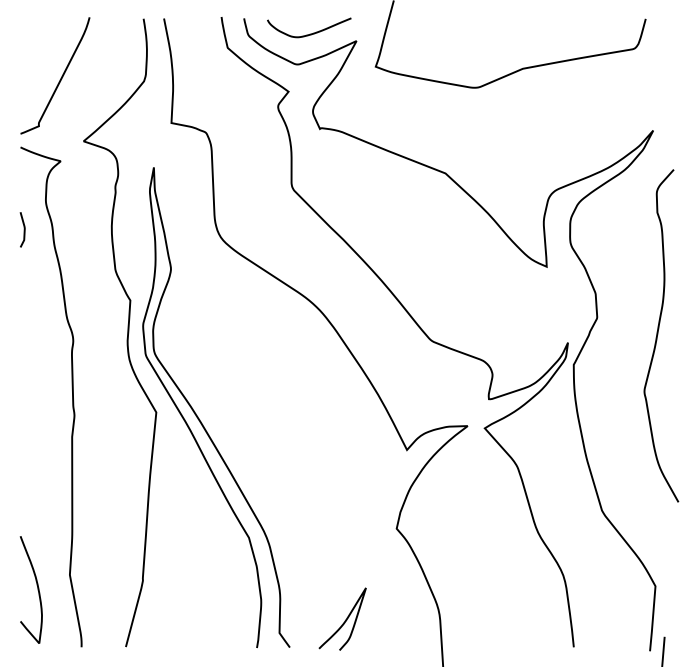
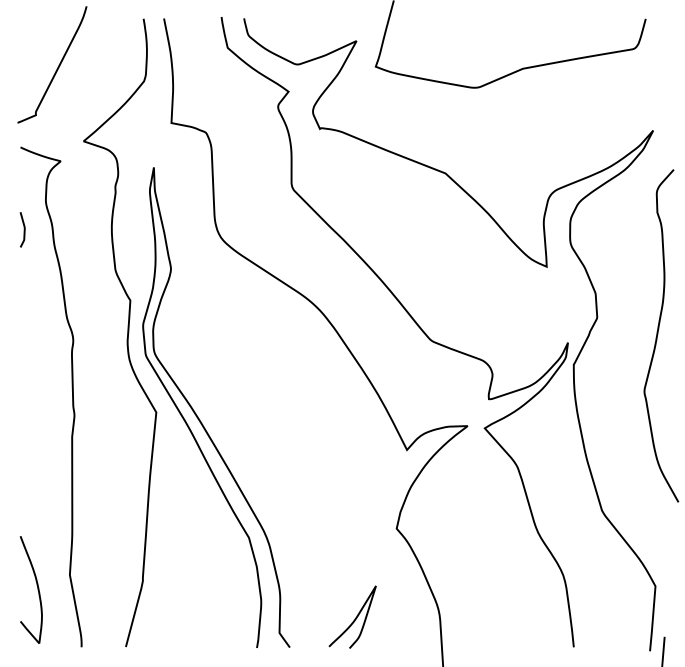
curve at (310, 33): present -> none
curve at (60, 78) position: (60, 78) -> (57, 67)
curve at (344, 620) position: (344, 620) -> (354, 618)
